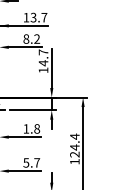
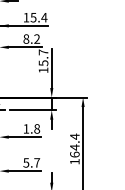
text at (39, 17): 13.7 -> 15.4
text at (43, 63): 14.7 -> 15.7
text at (74, 154): 124.4 -> 164.4
